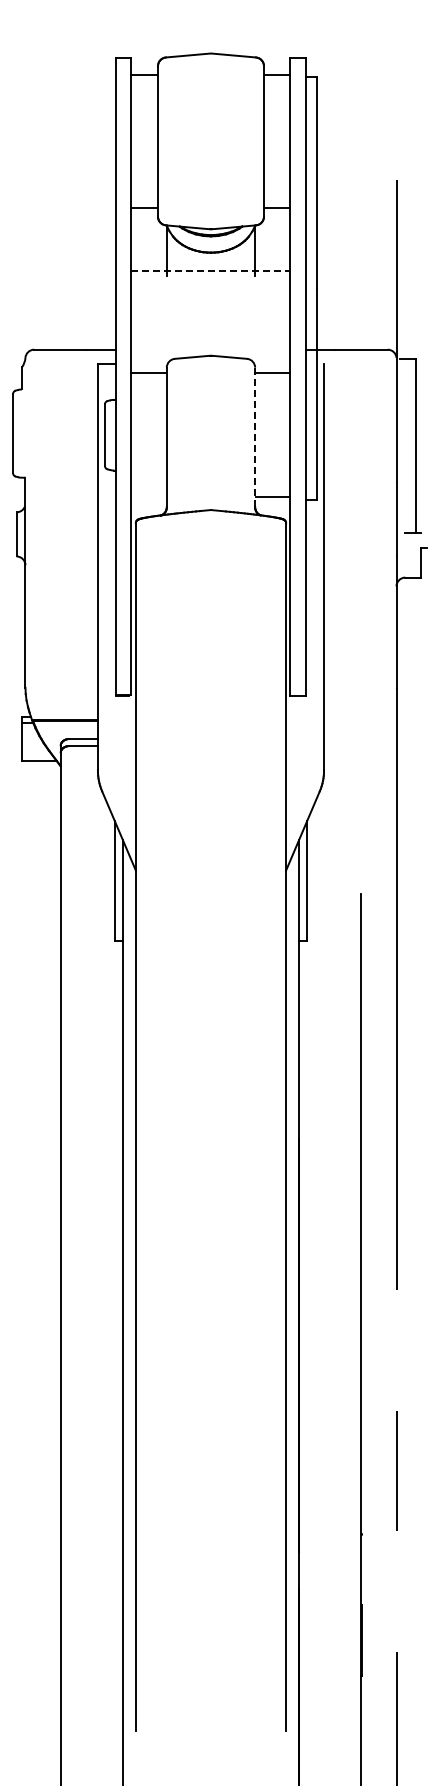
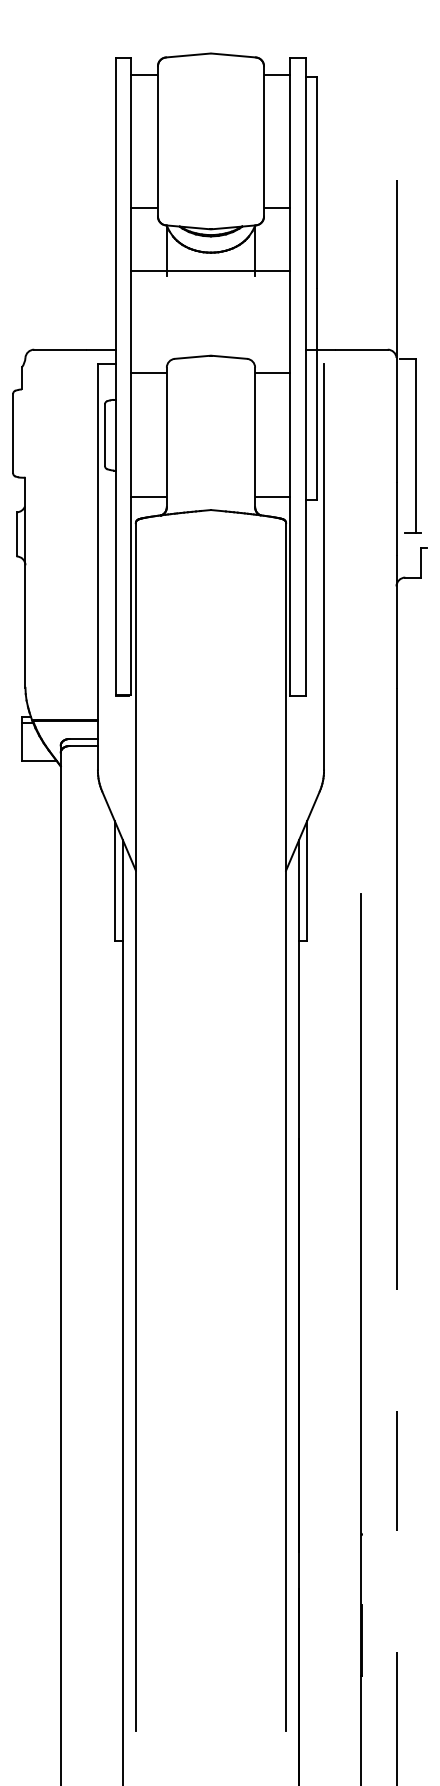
line at (210, 270): dashed -> solid
line at (255, 437): dashed -> solid
line at (148, 497): none -> present
